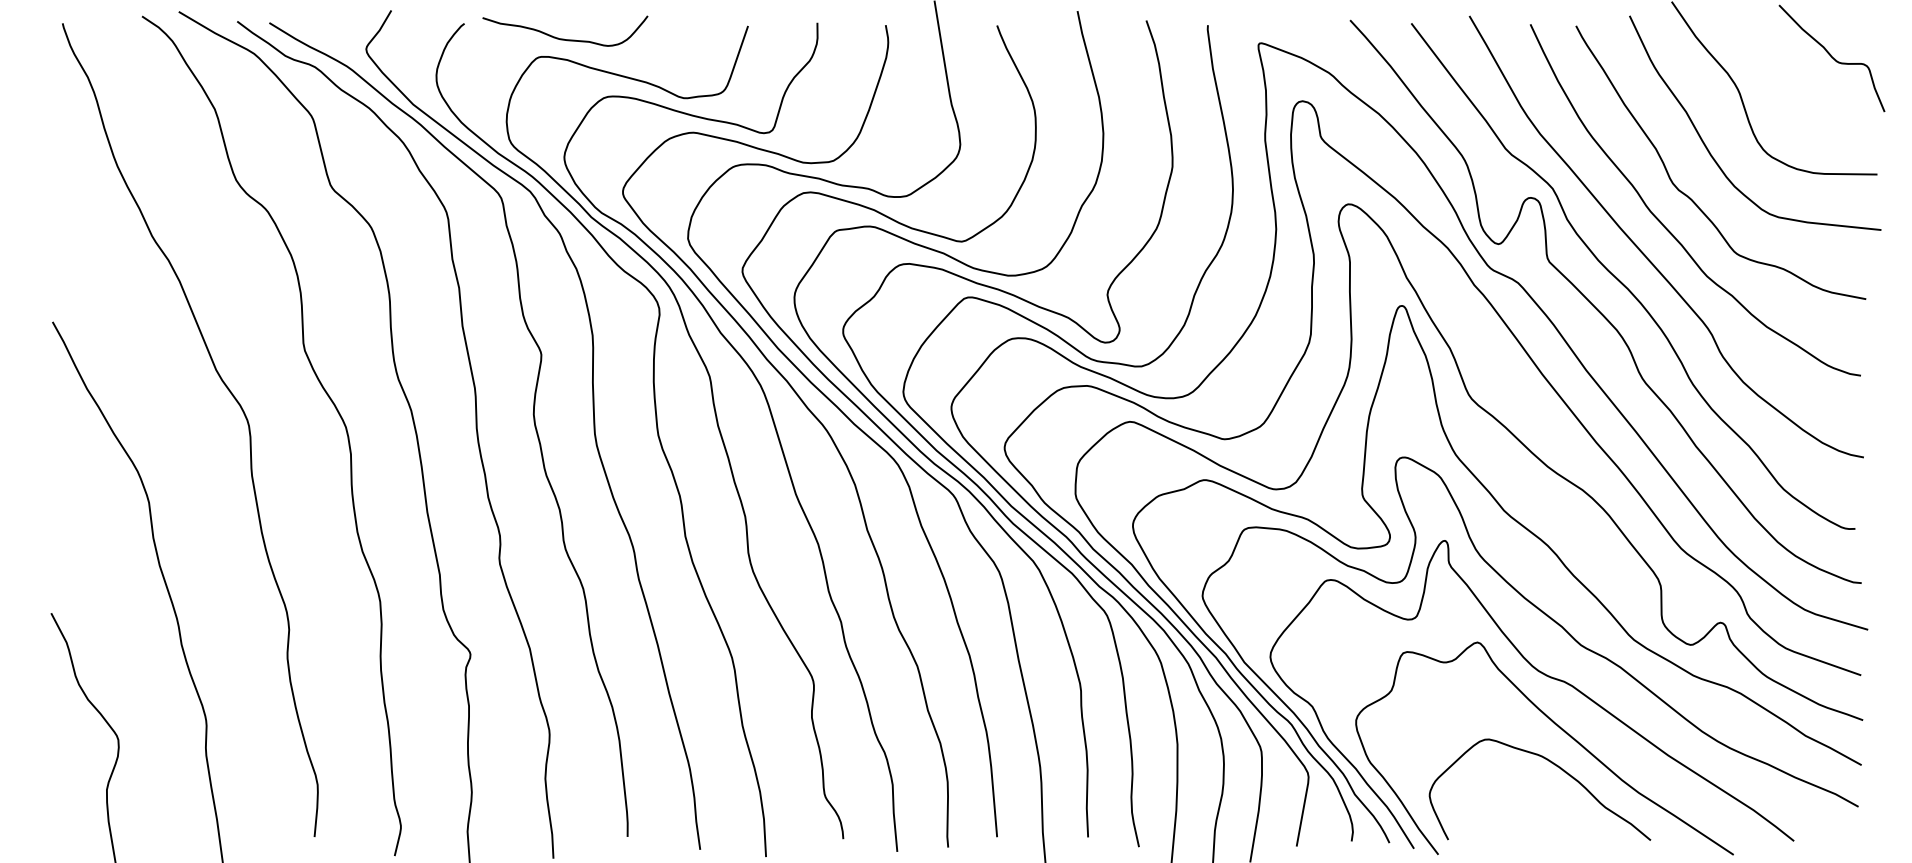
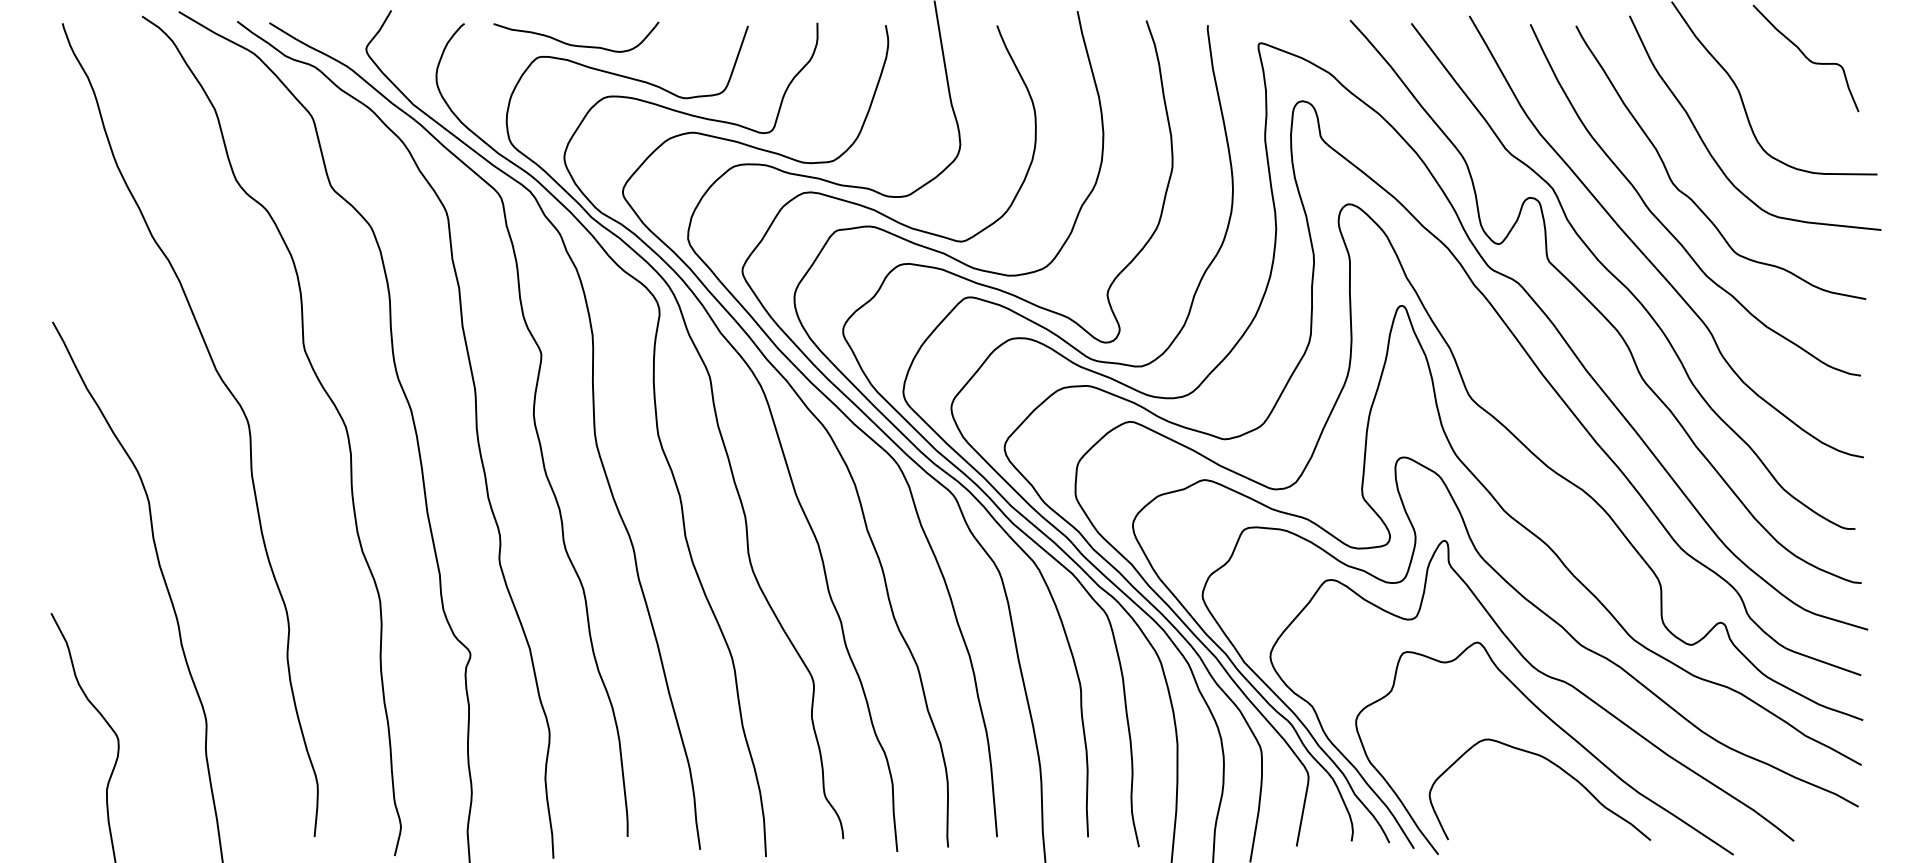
curve at (564, 38) position: (564, 38) -> (575, 44)
curve at (1831, 57) position: (1831, 57) -> (1805, 57)
